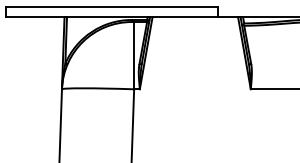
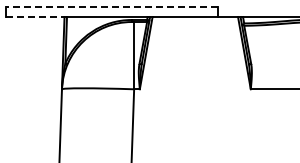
line at (111, 7): solid -> dashed
line at (35, 17): solid -> dashed
